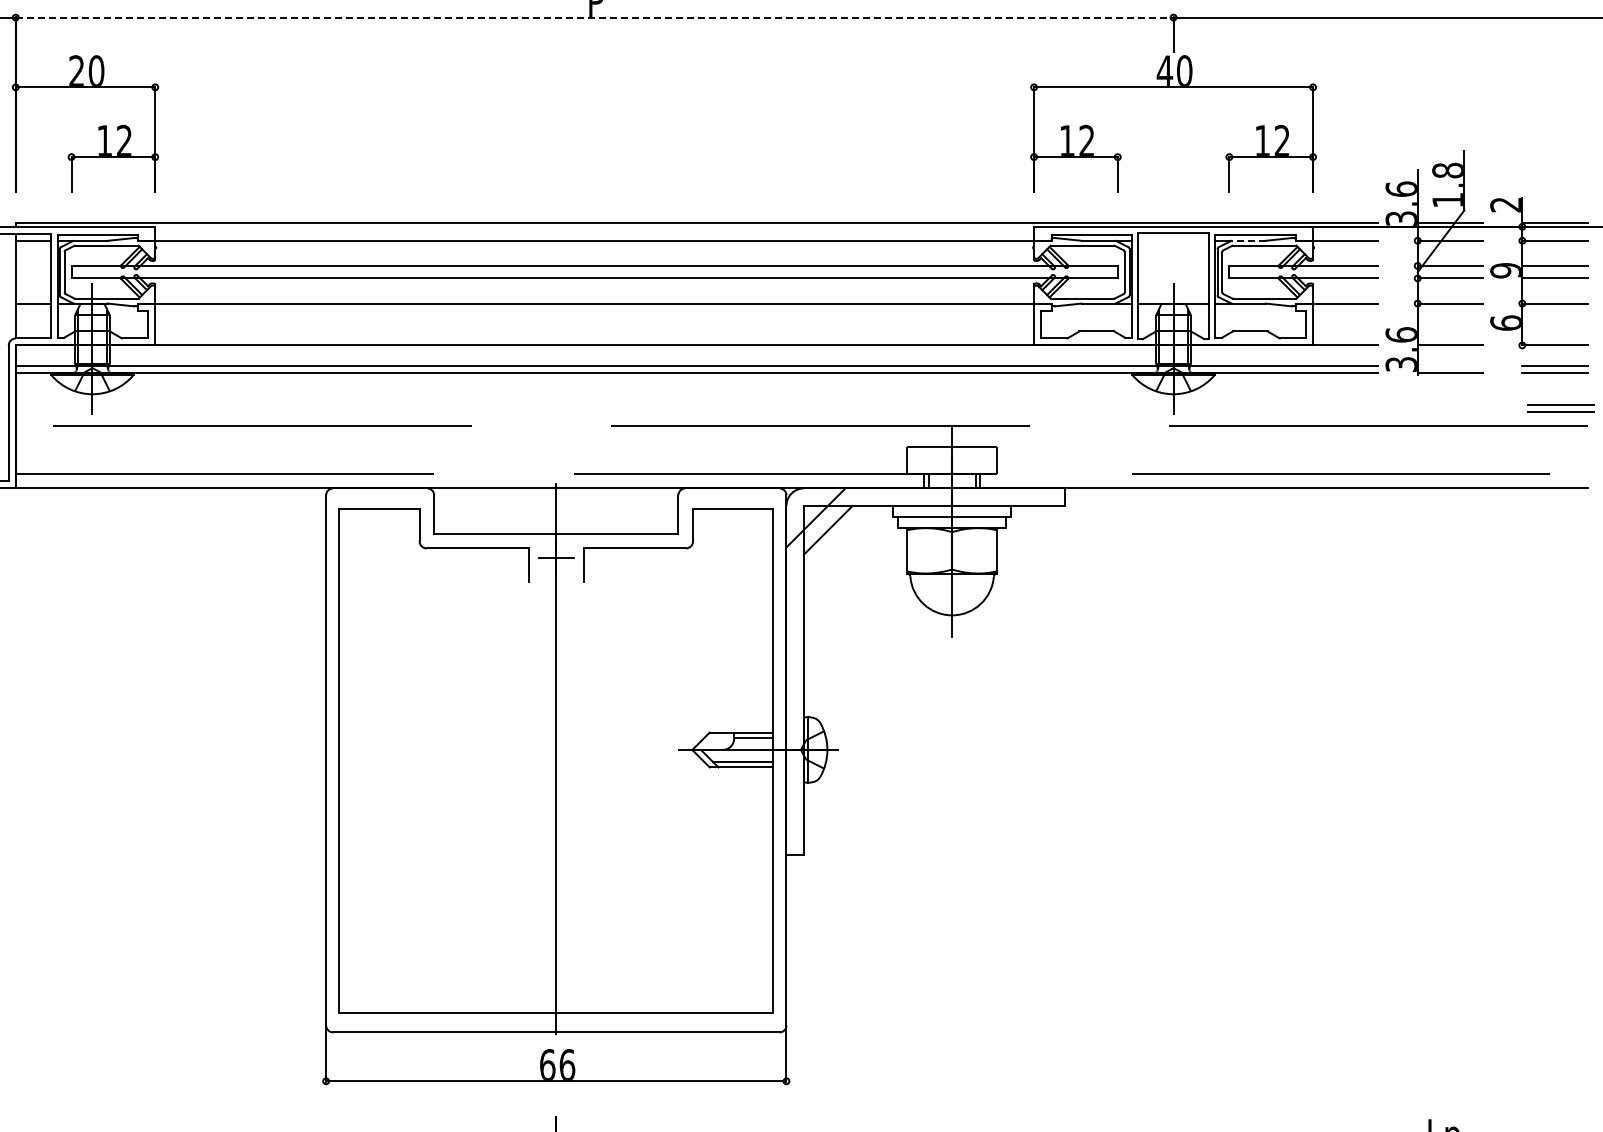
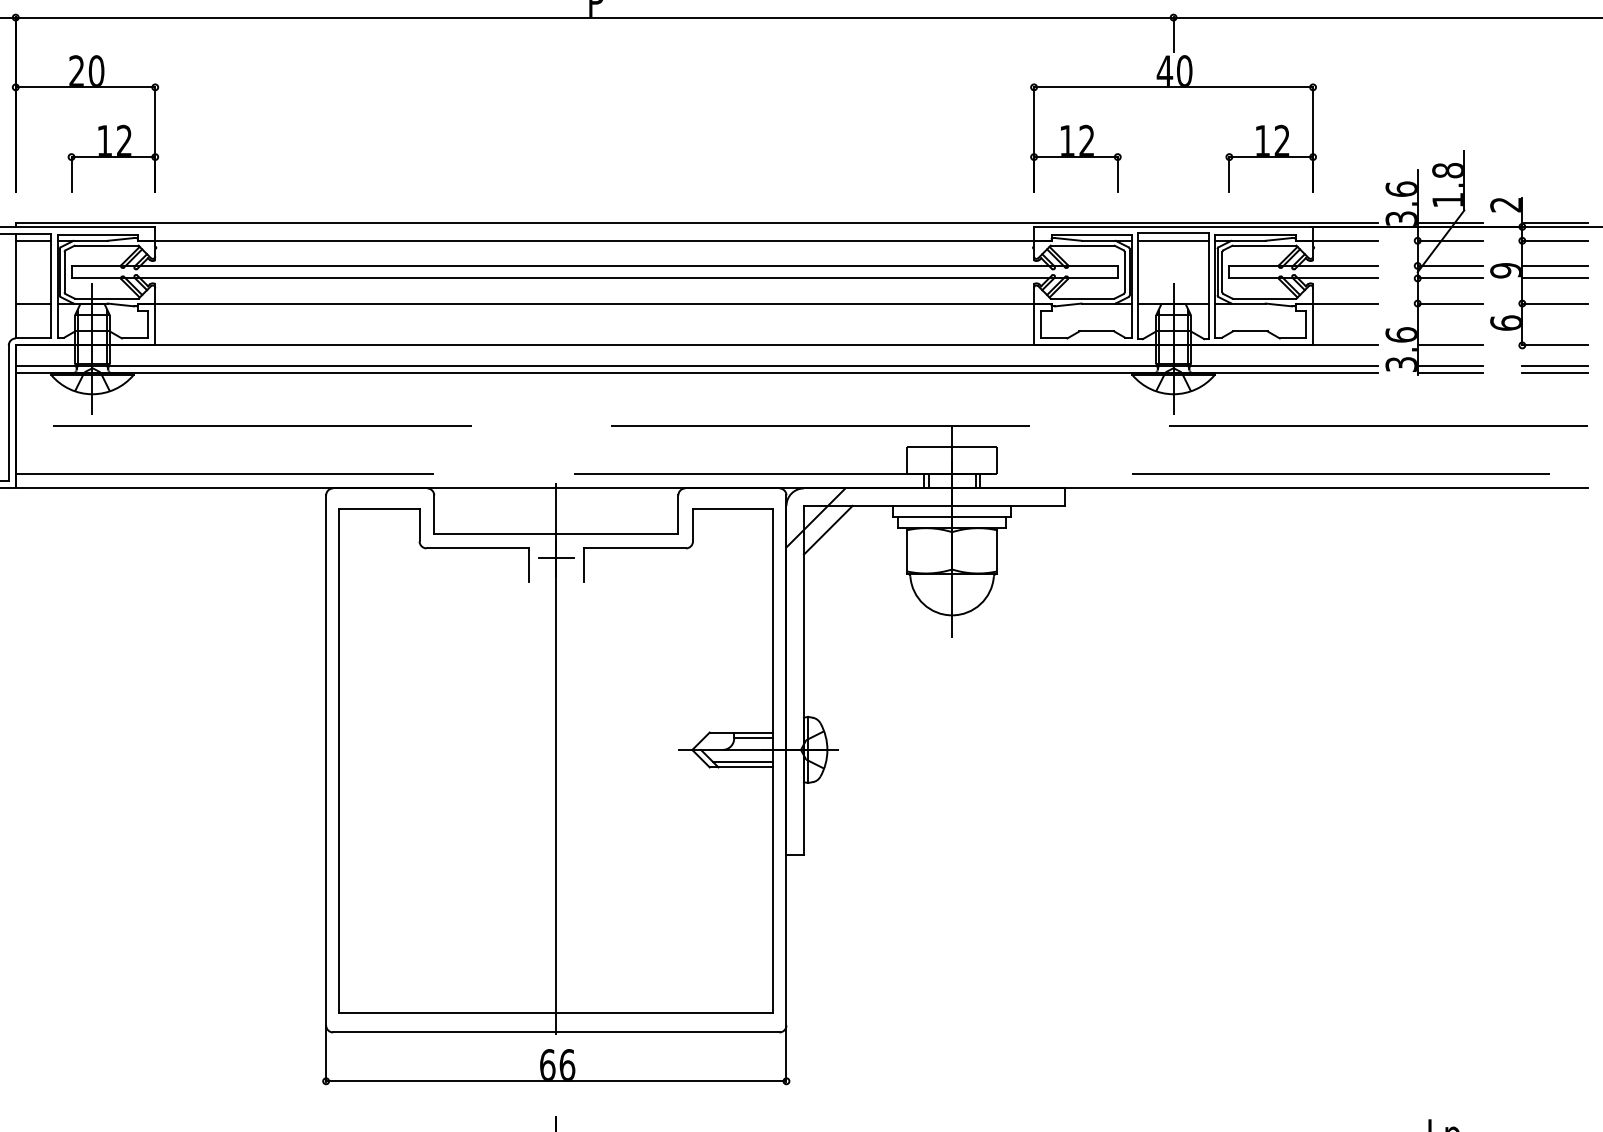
line at (594, 17): dashed -> solid
line at (1173, 240): none -> present
line at (1248, 240): dashed -> solid
line at (1449, 366): none -> present
part at (1560, 408): present -> none
